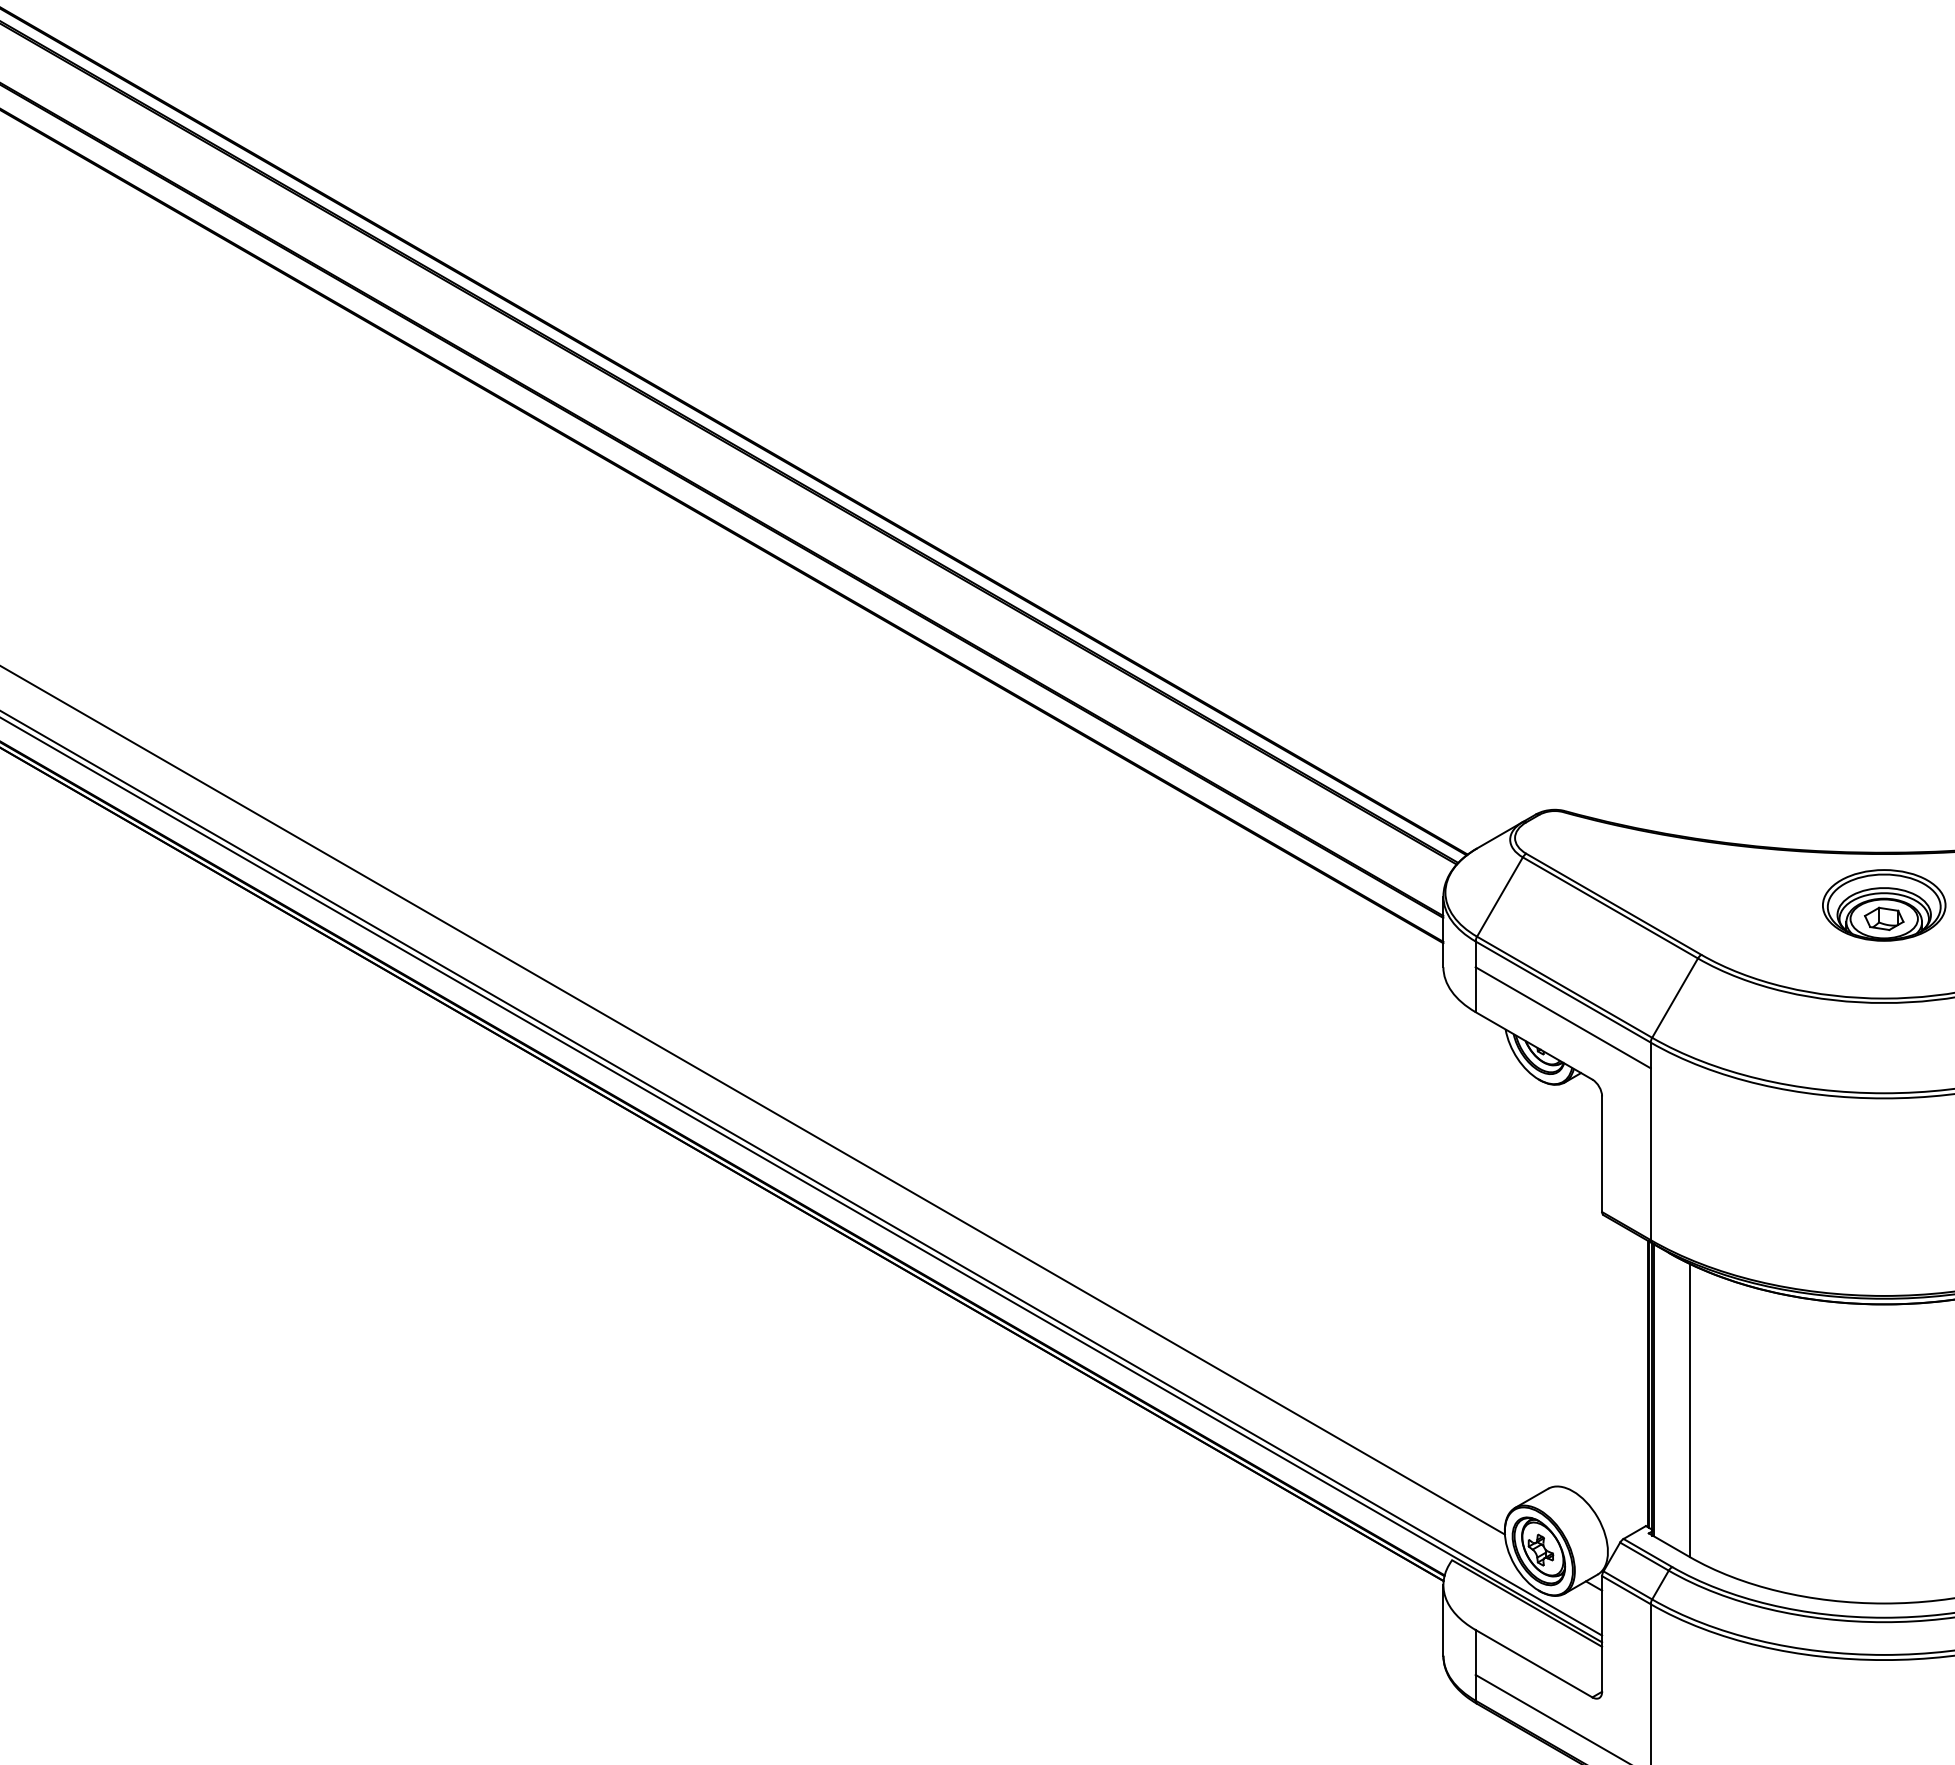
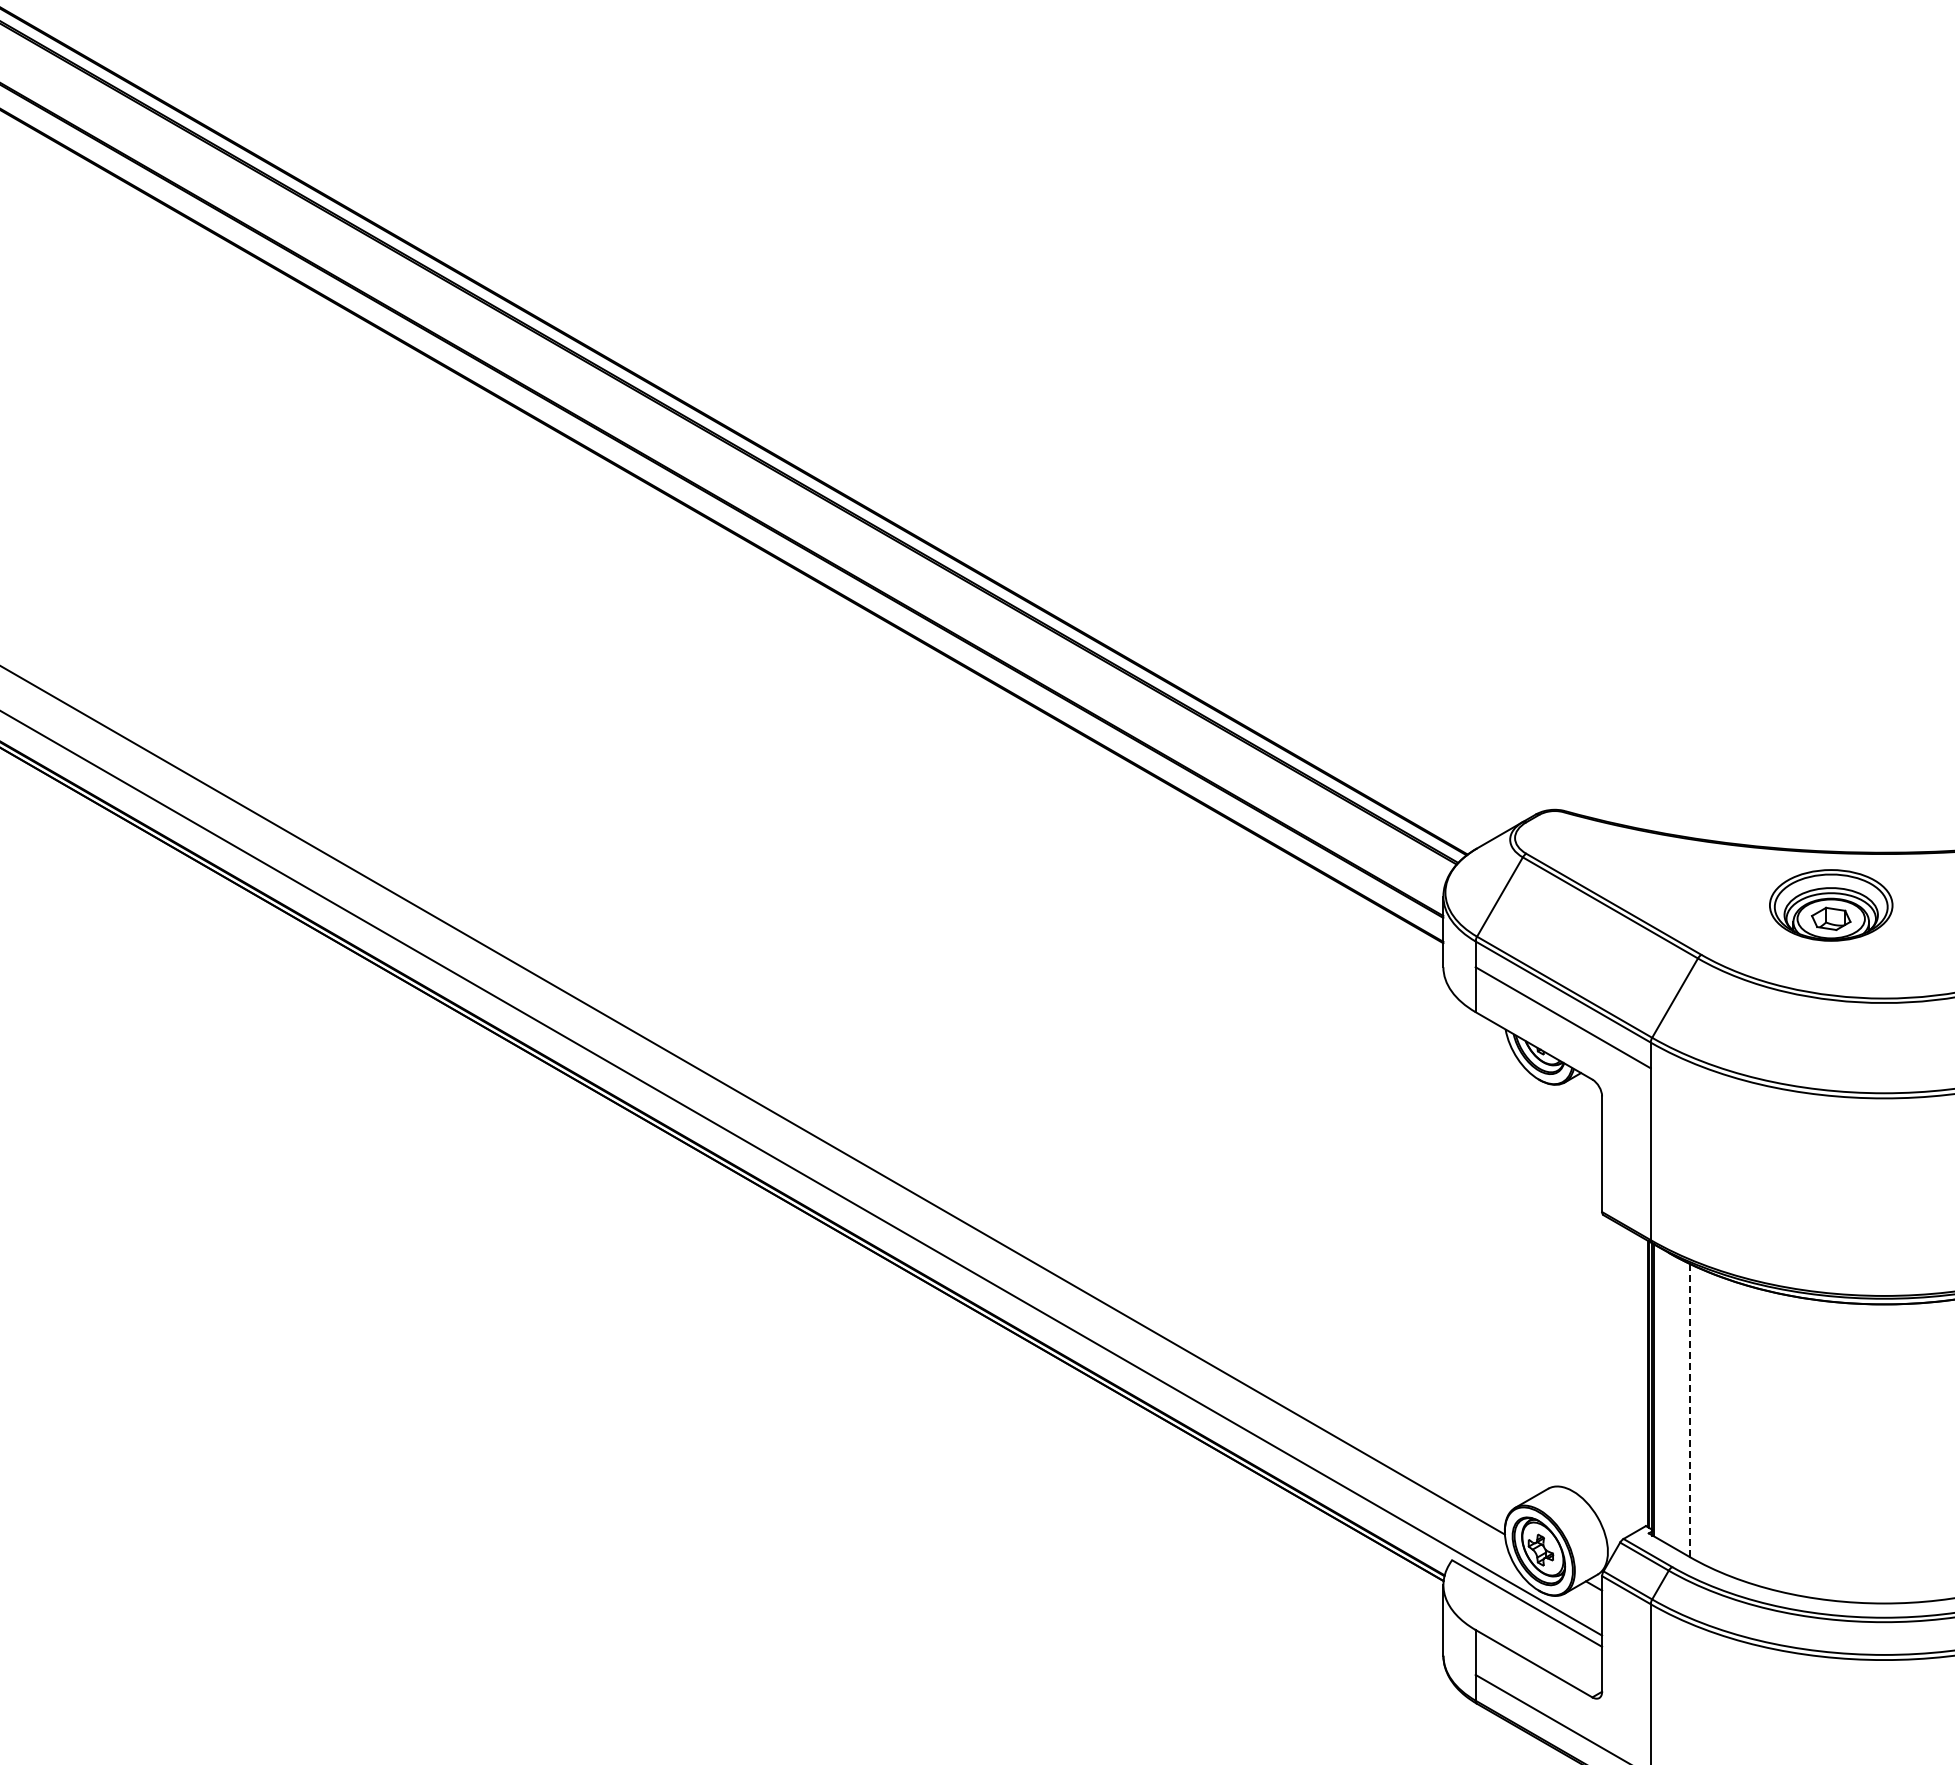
part at (1884, 905) position: (1884, 905) -> (1831, 905)
line at (802, 1180): present -> none
line at (1689, 1410): solid -> dashed
